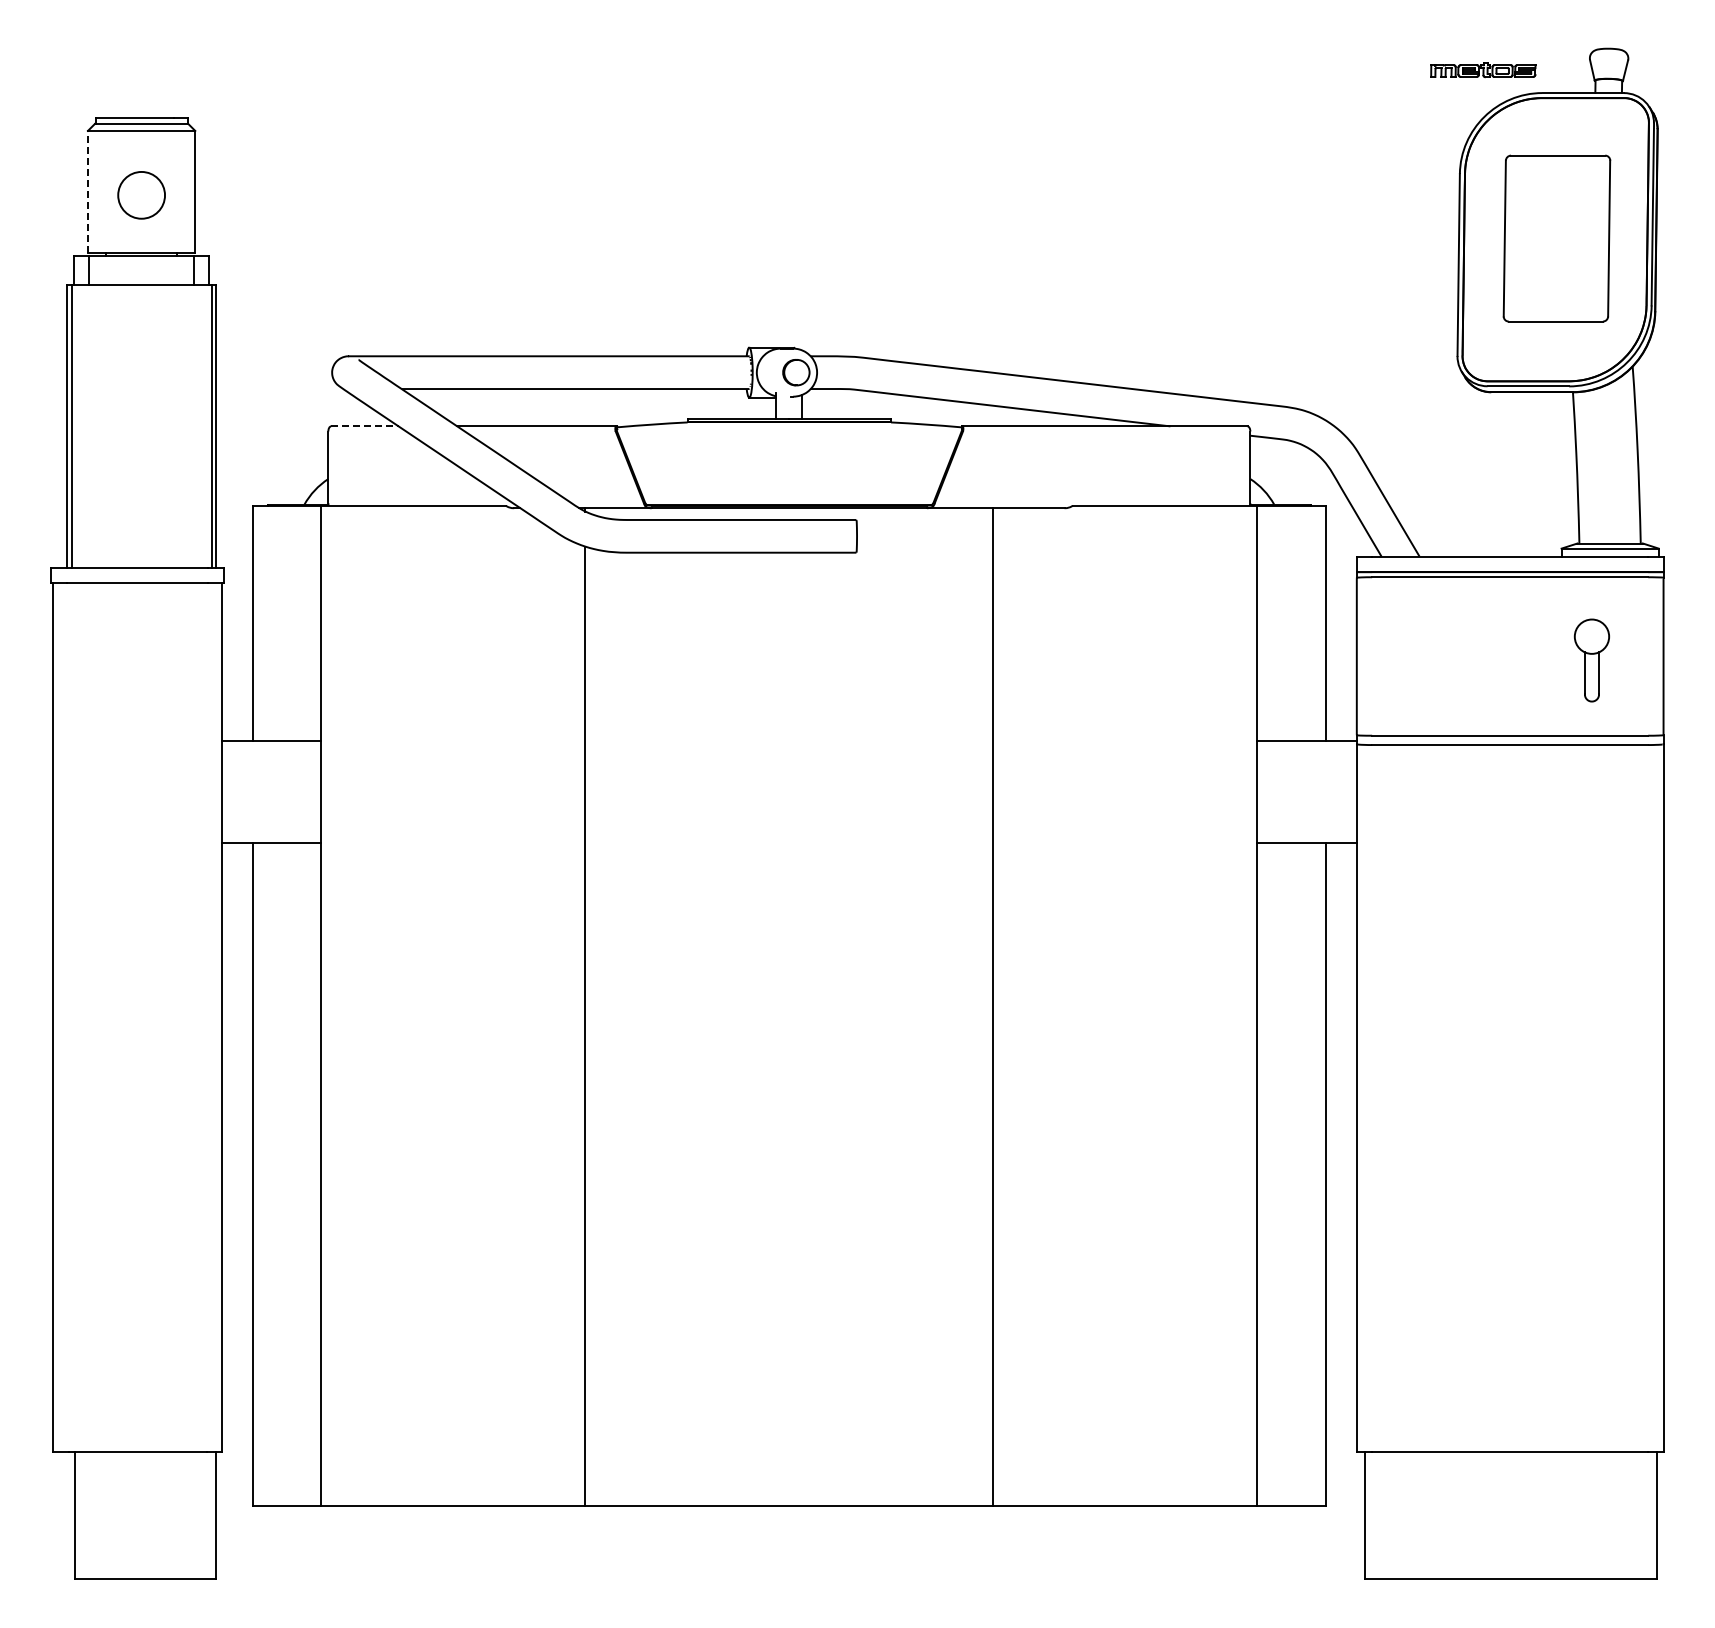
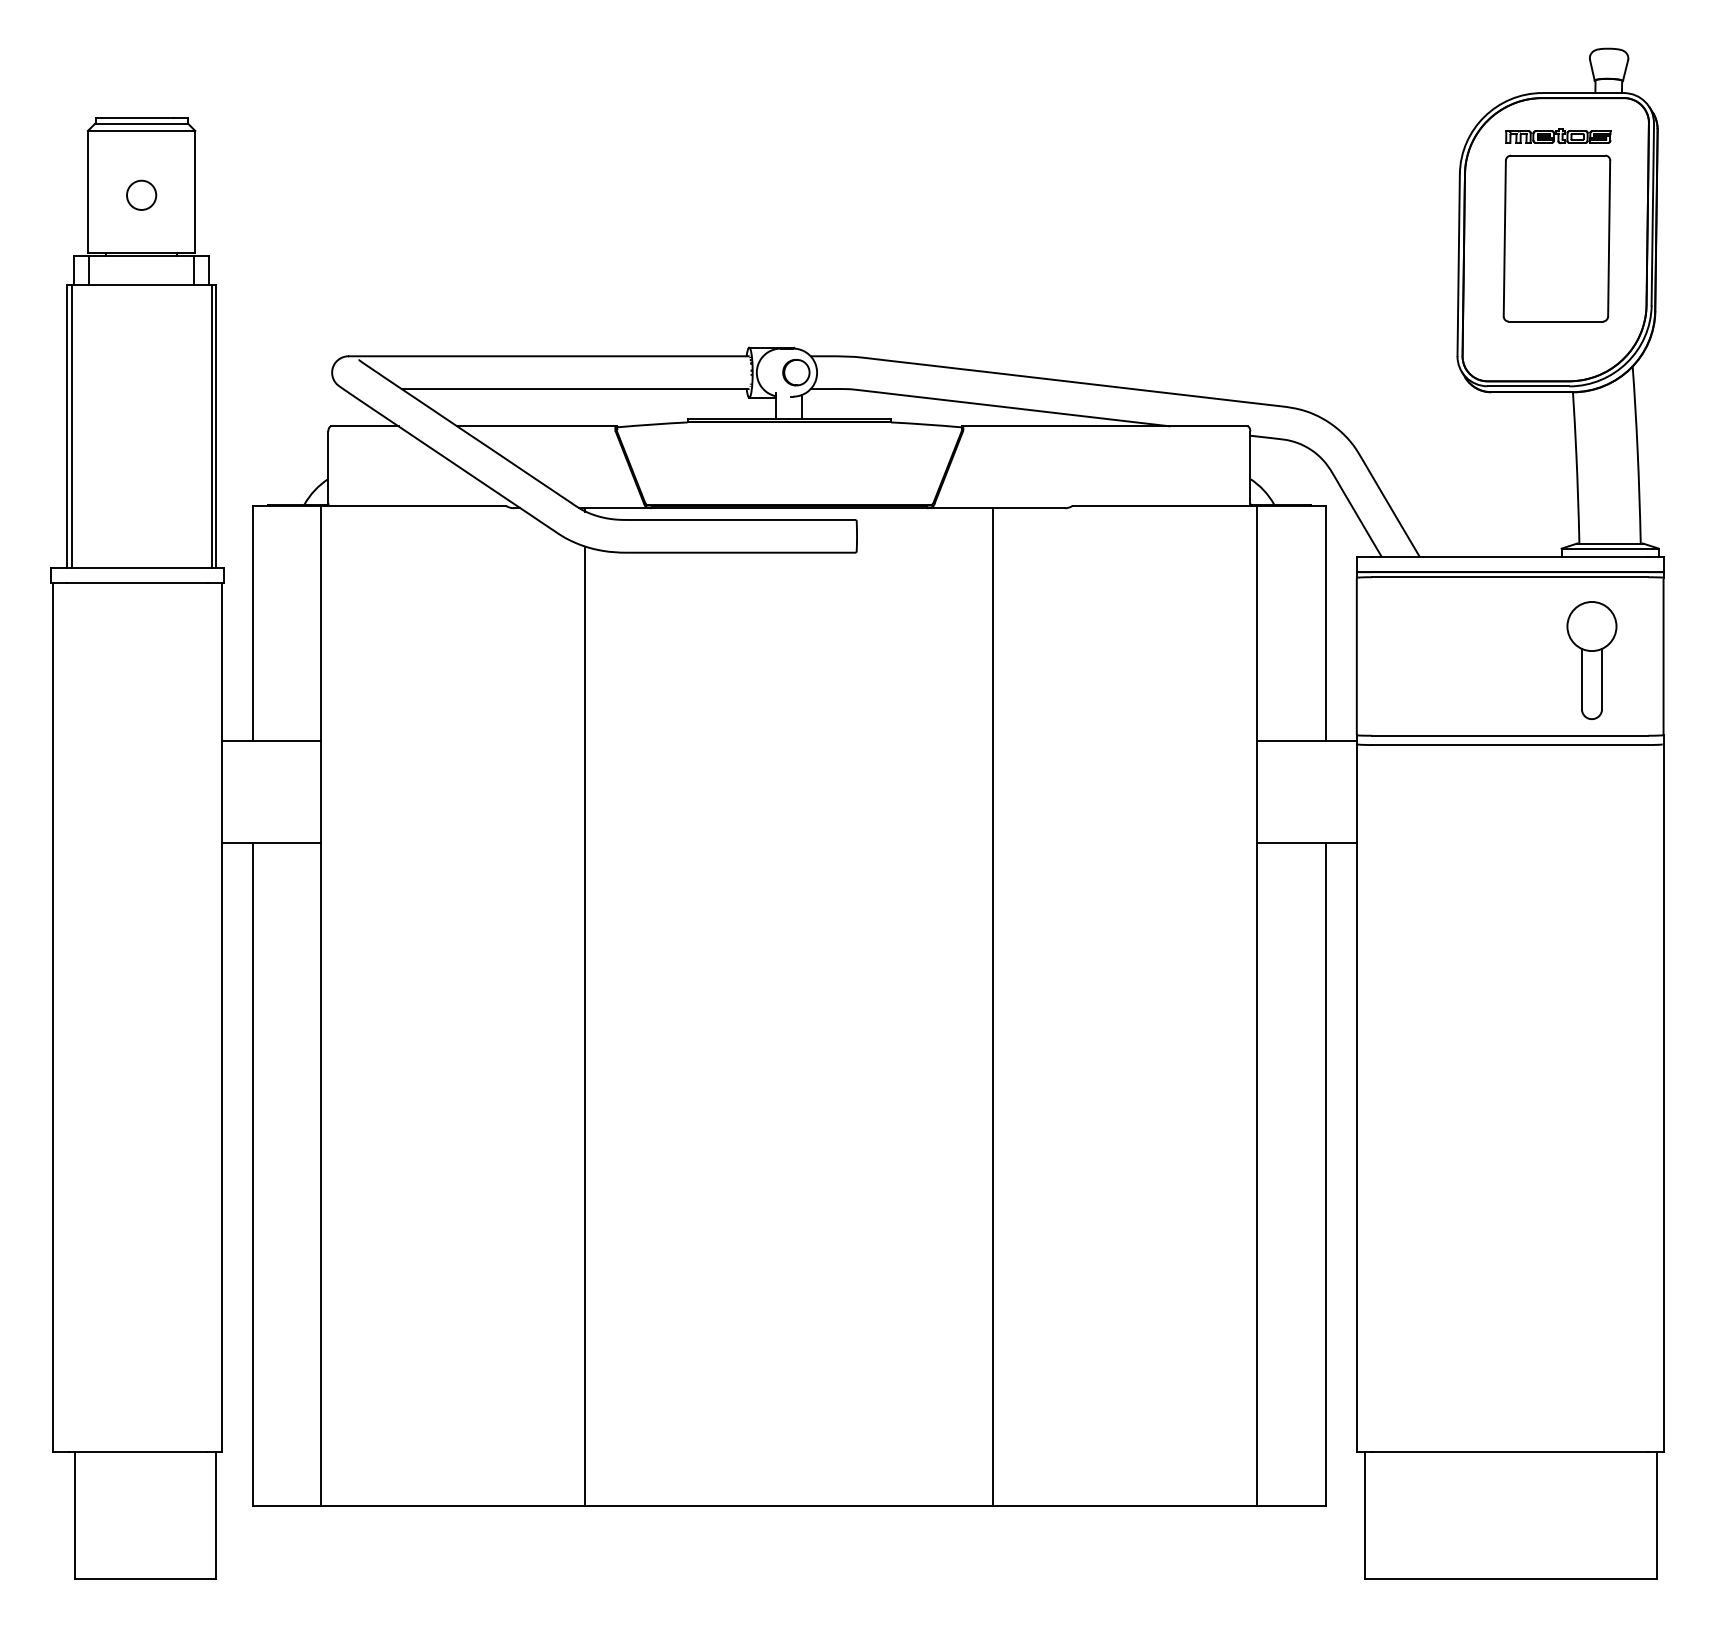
part at (1483, 70) position: (1483, 70) -> (1558, 136)
line at (87, 191): dashed -> solid
circle at (141, 194) diameter: 47 px -> 29 px
line at (364, 426): dashed -> solid
part at (1591, 660) size: 37x85 px -> 52x119 px
